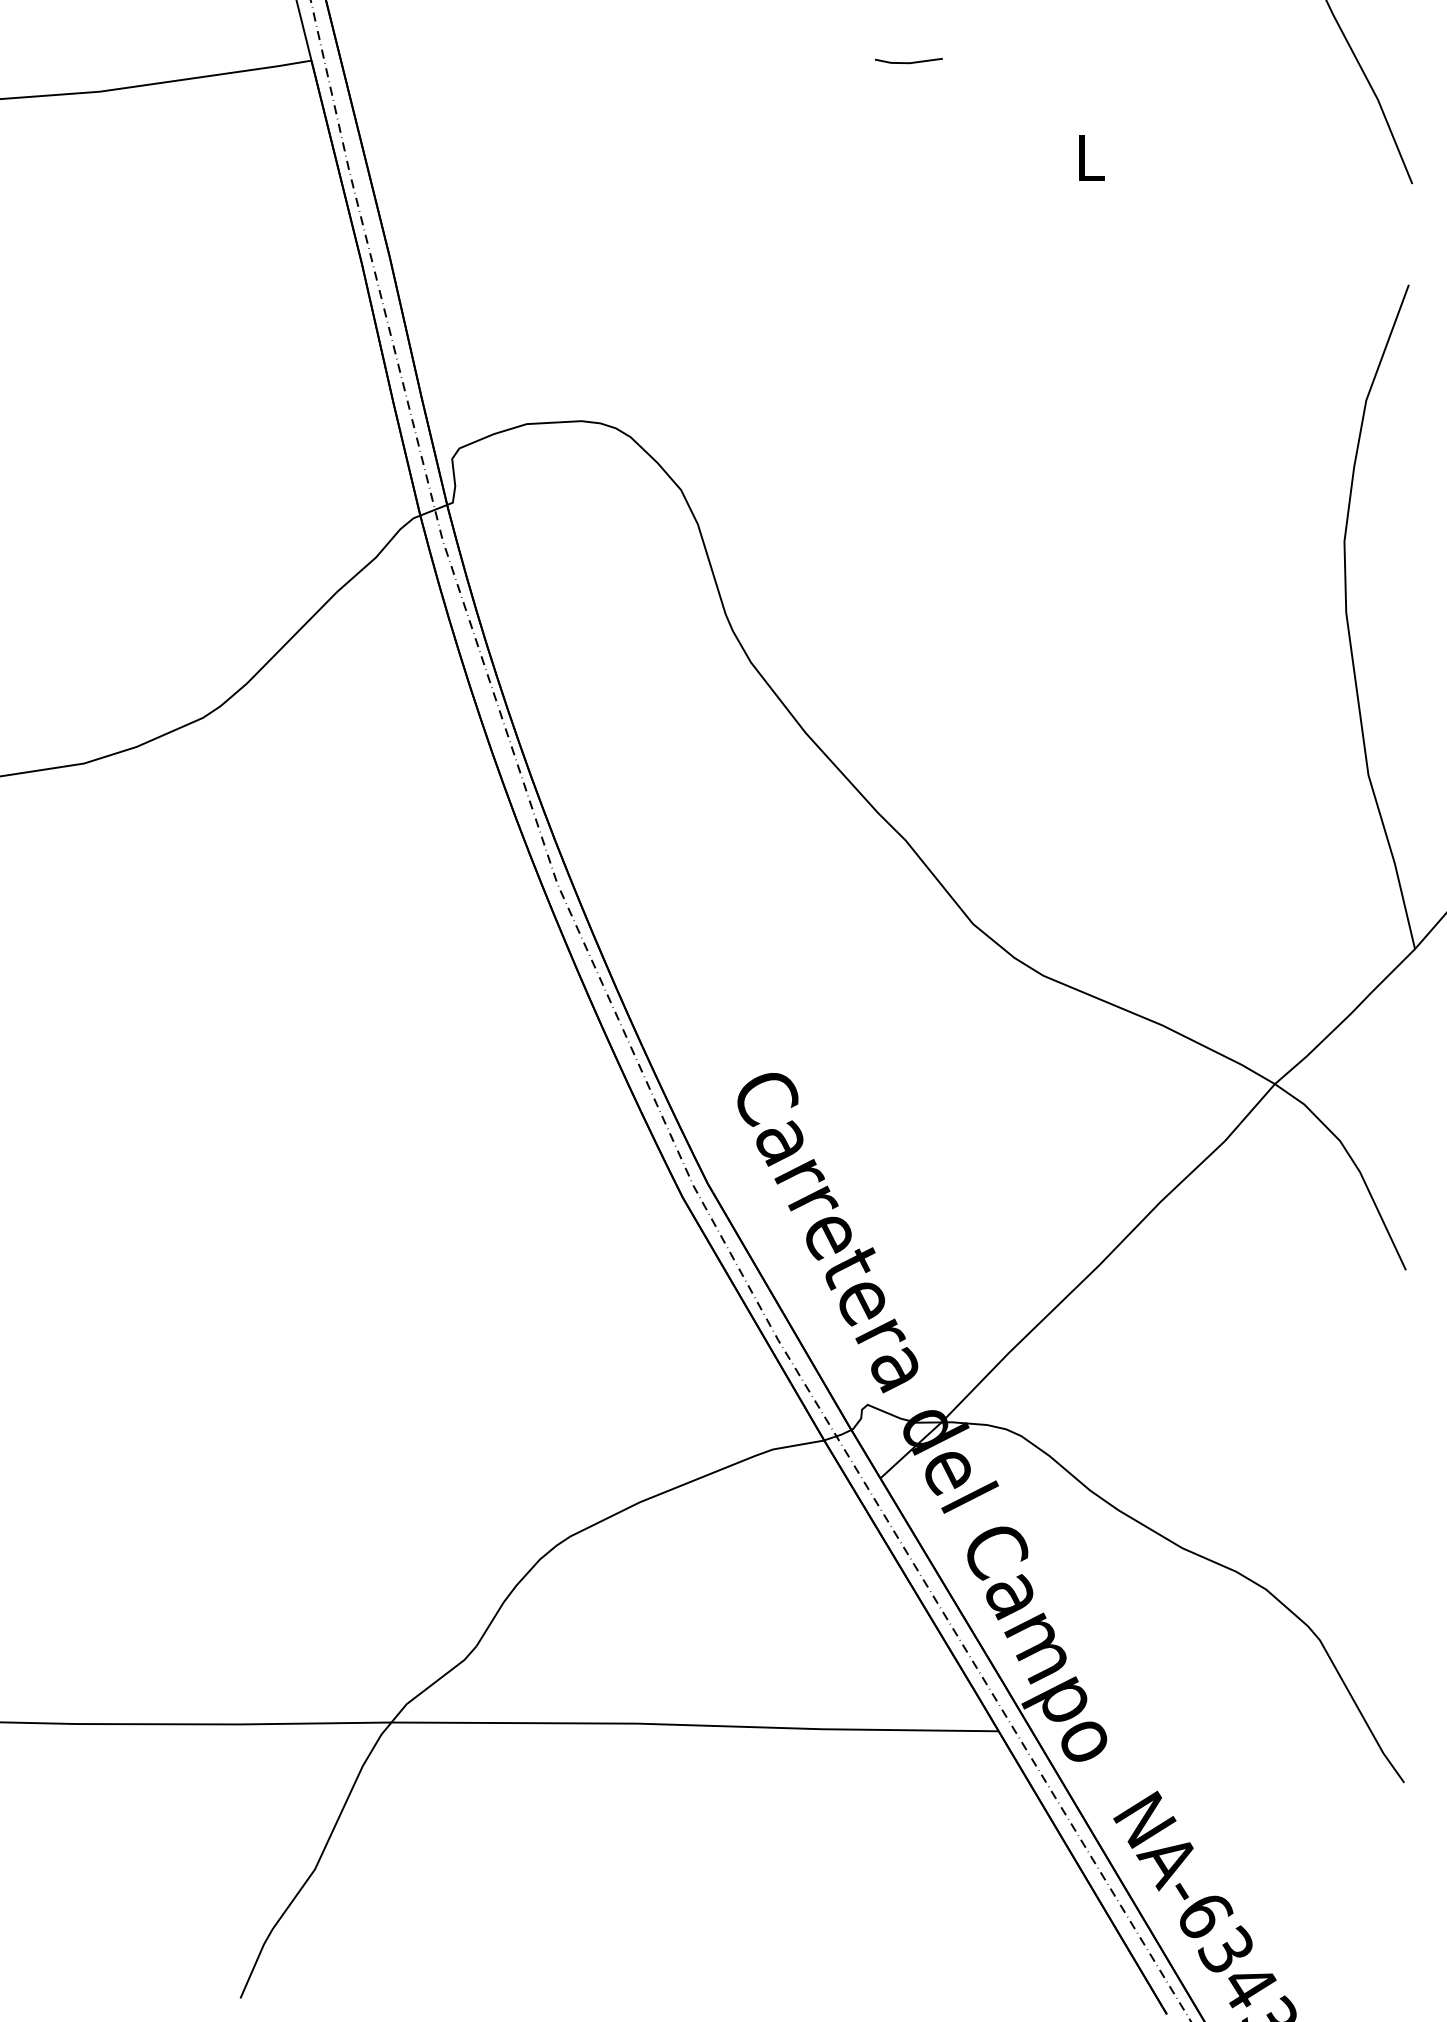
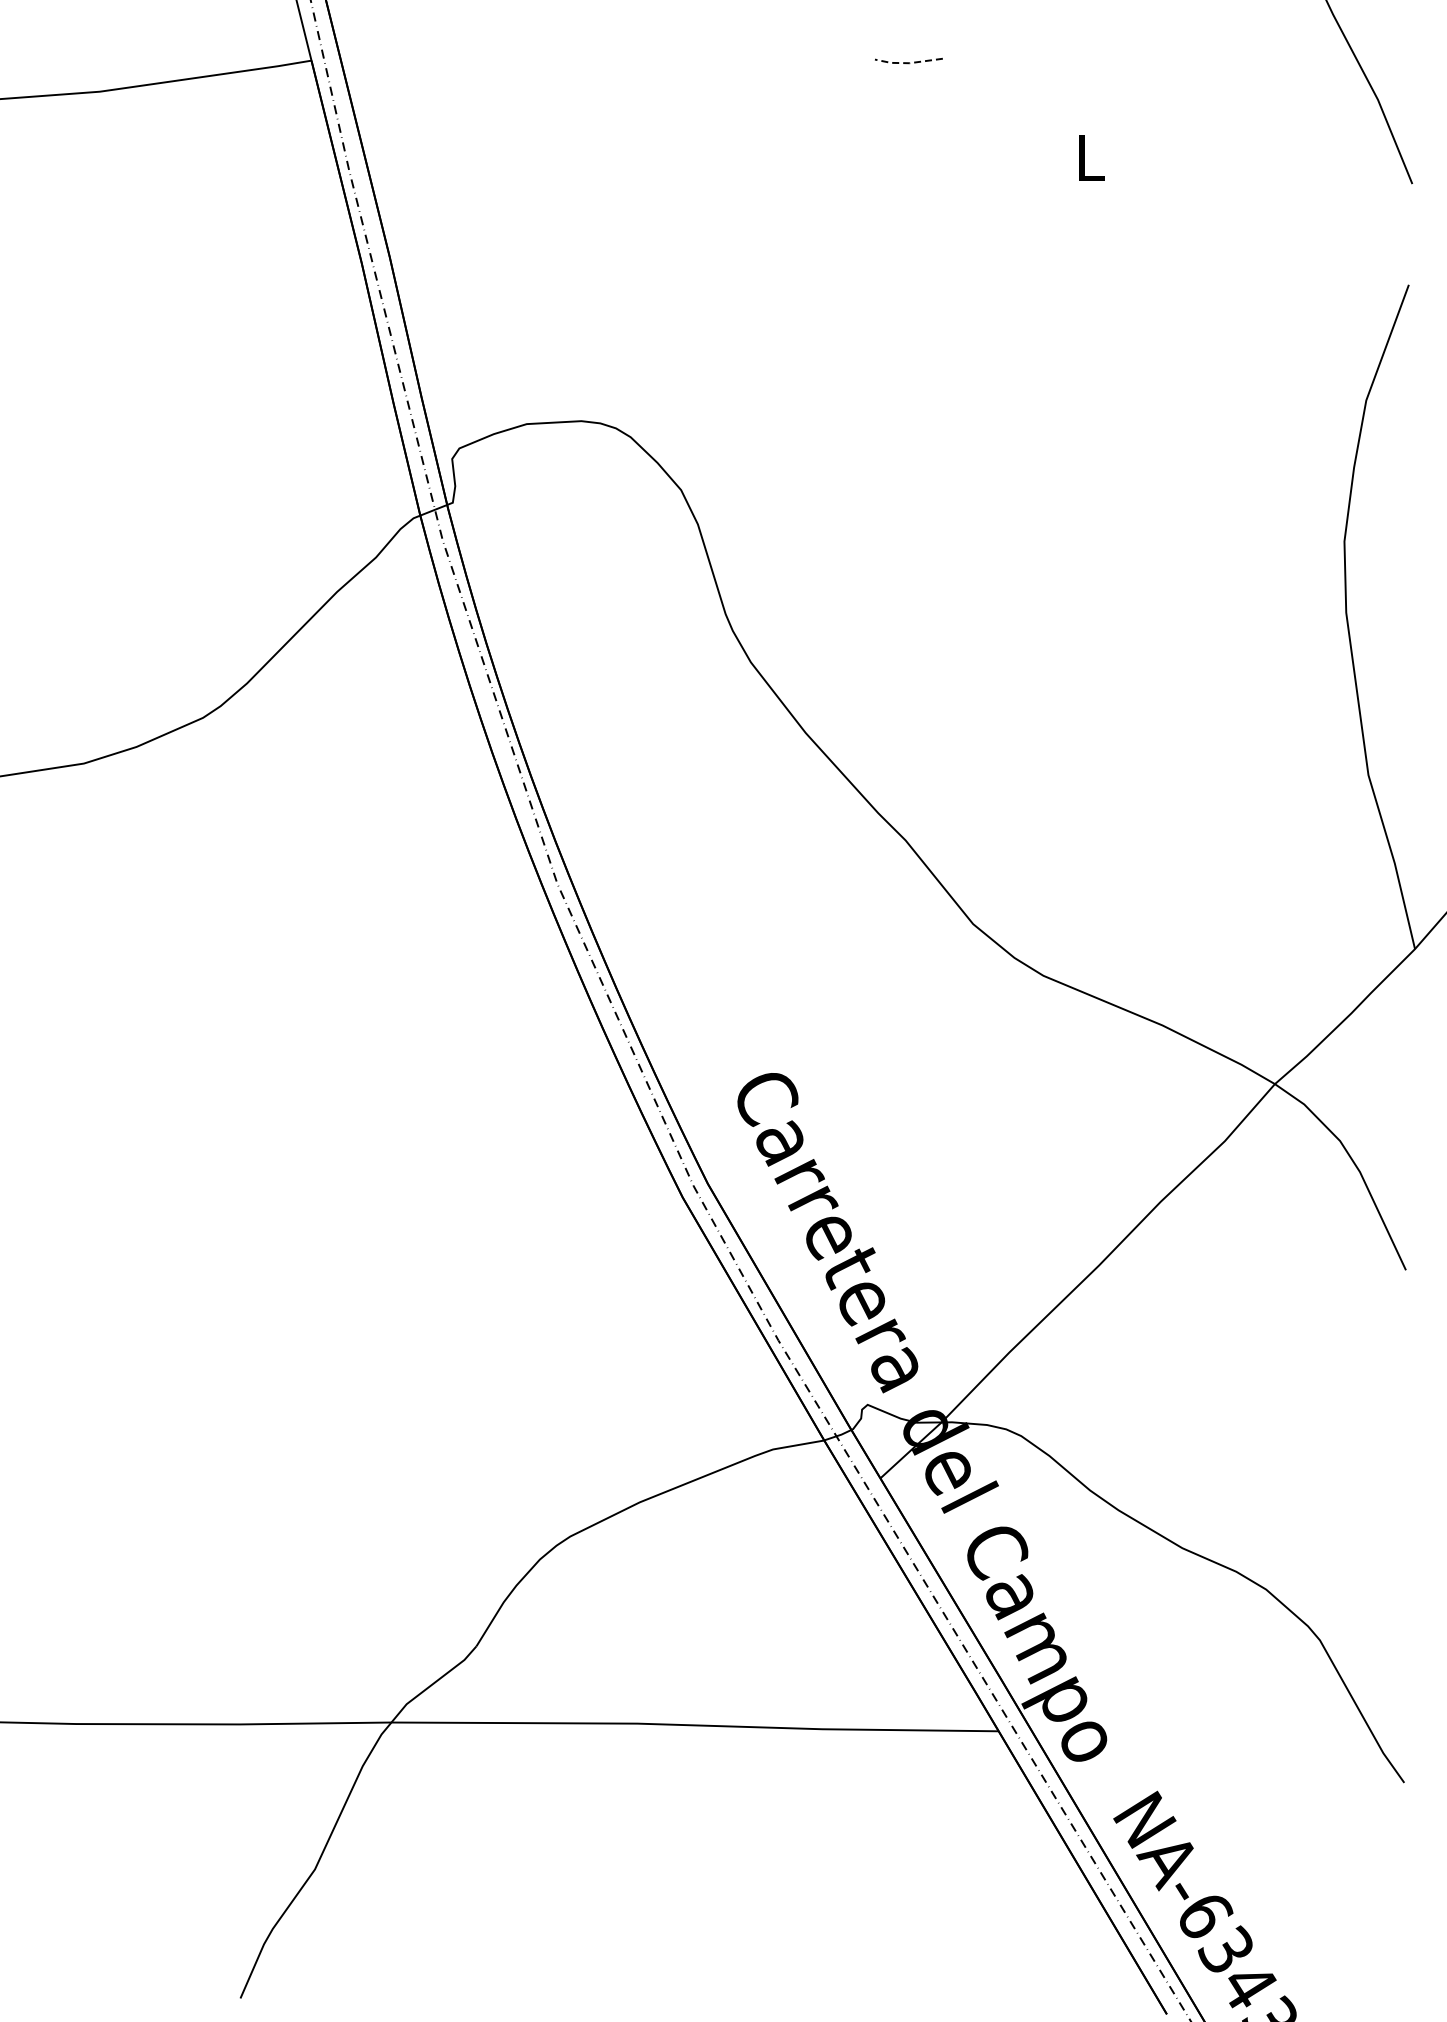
line at (908, 63): solid -> dashed
